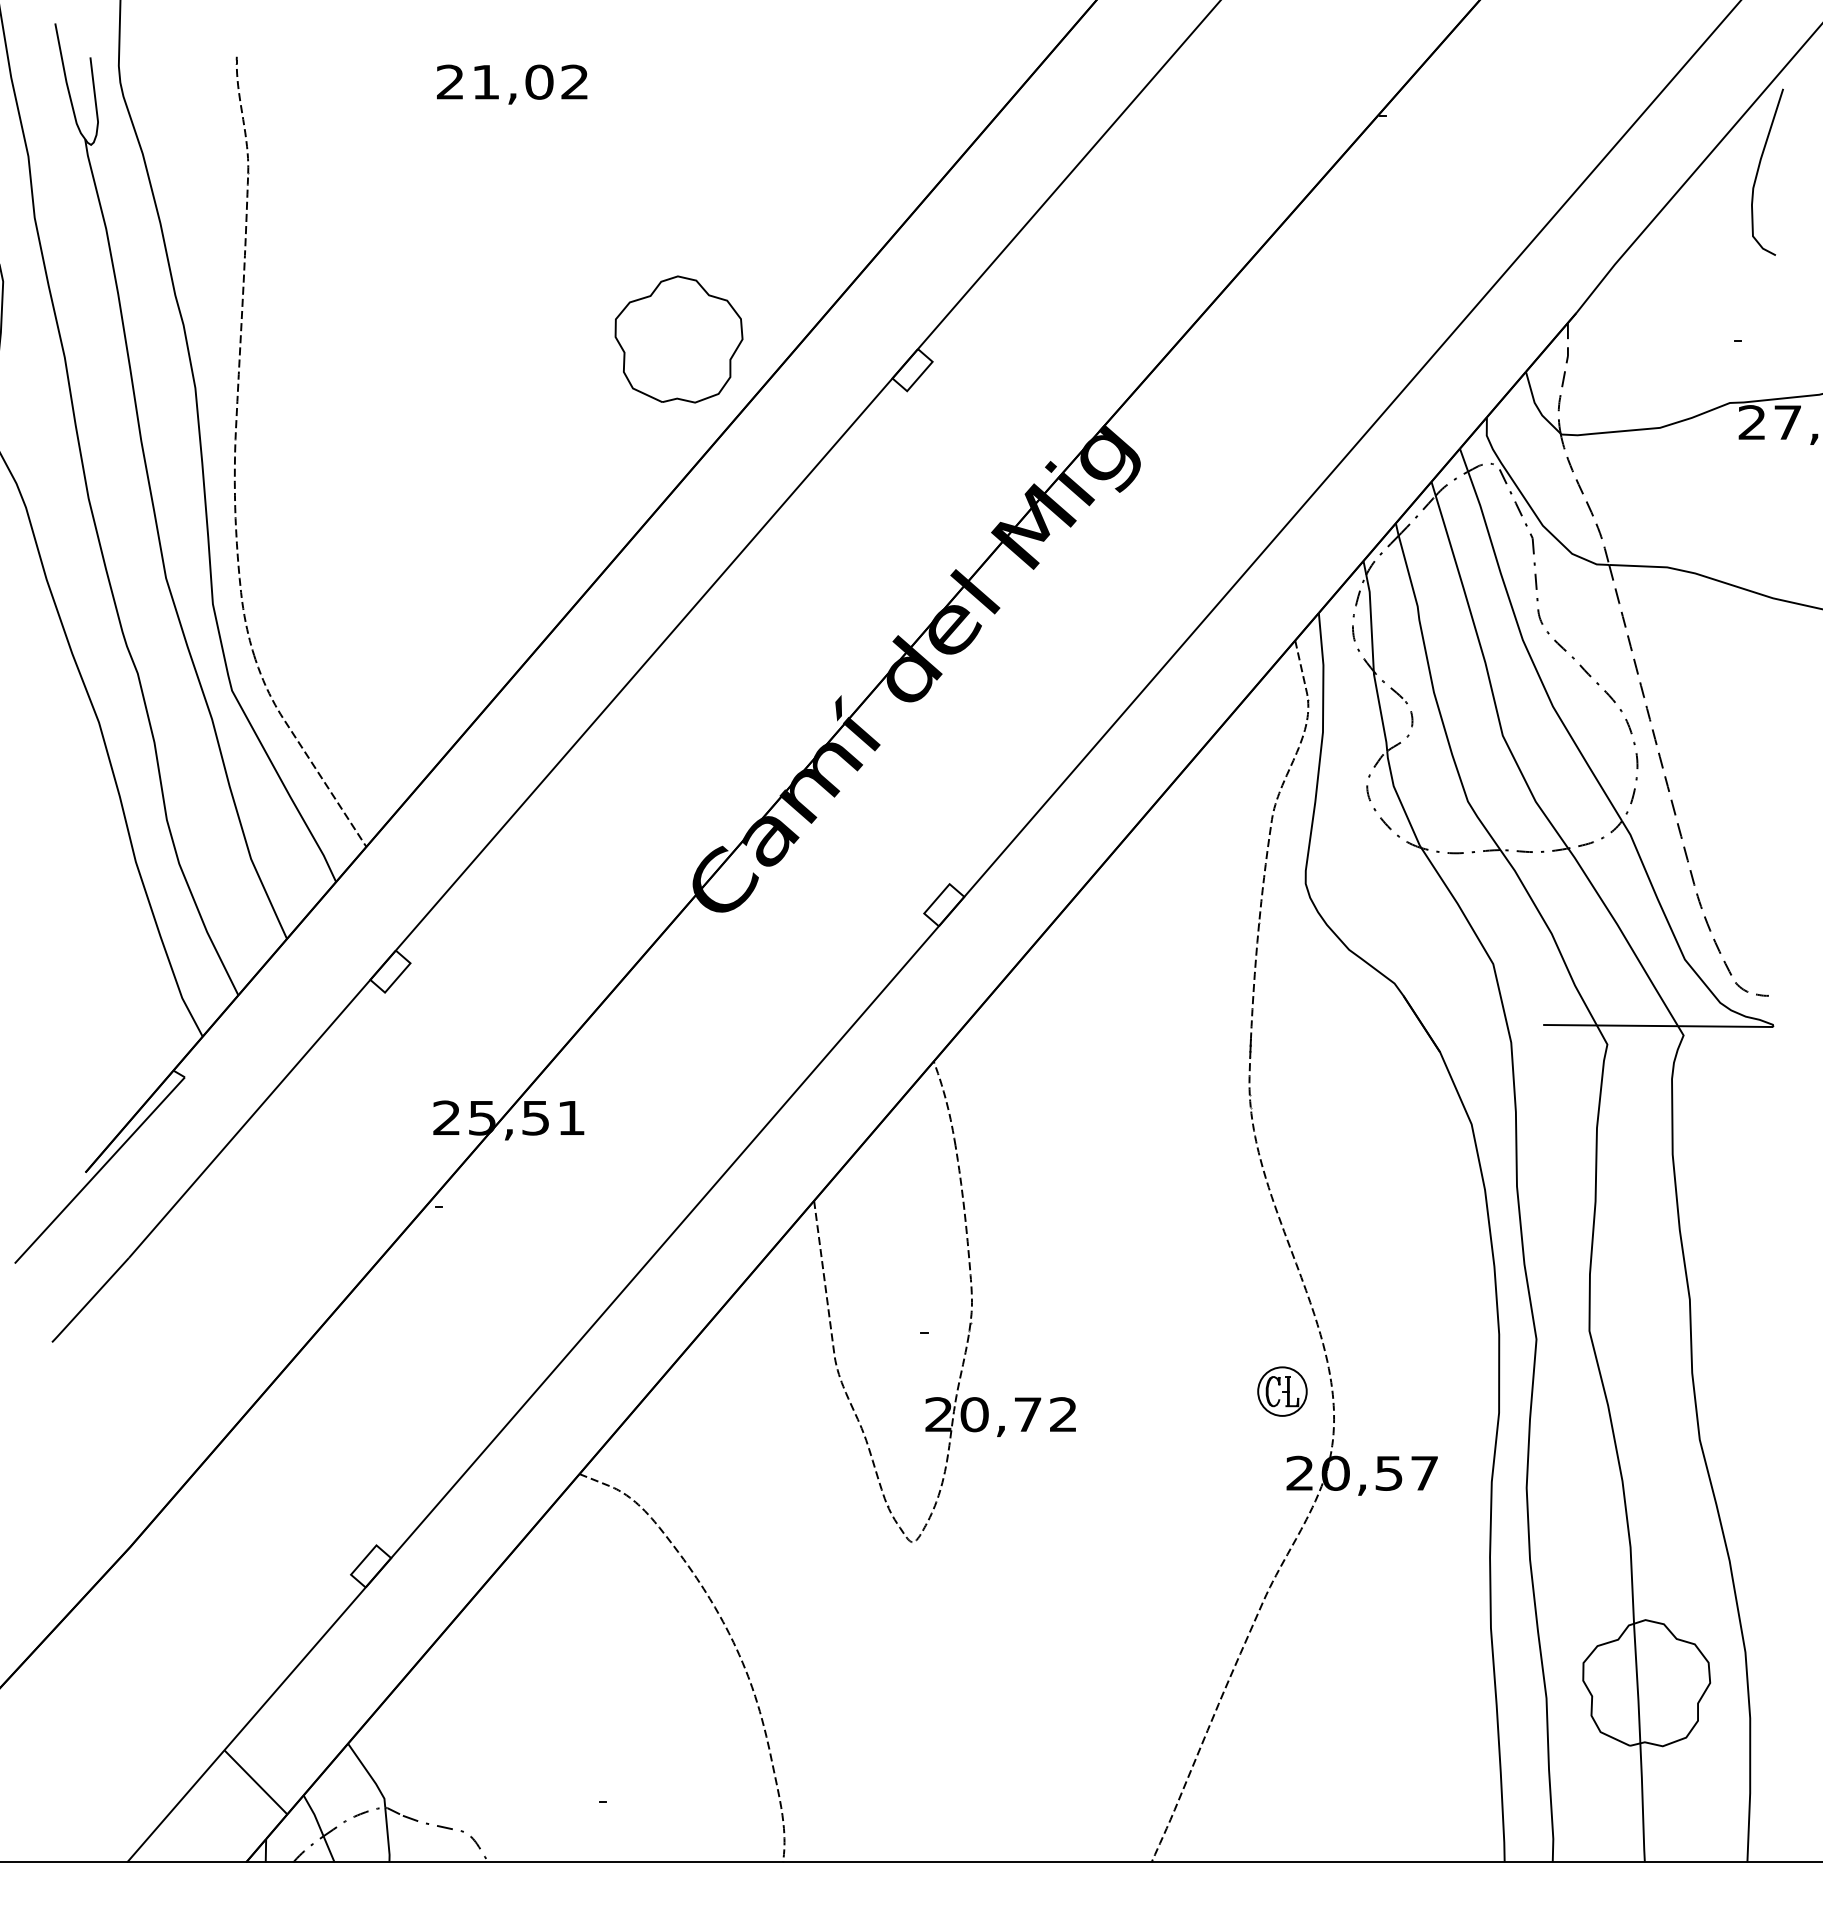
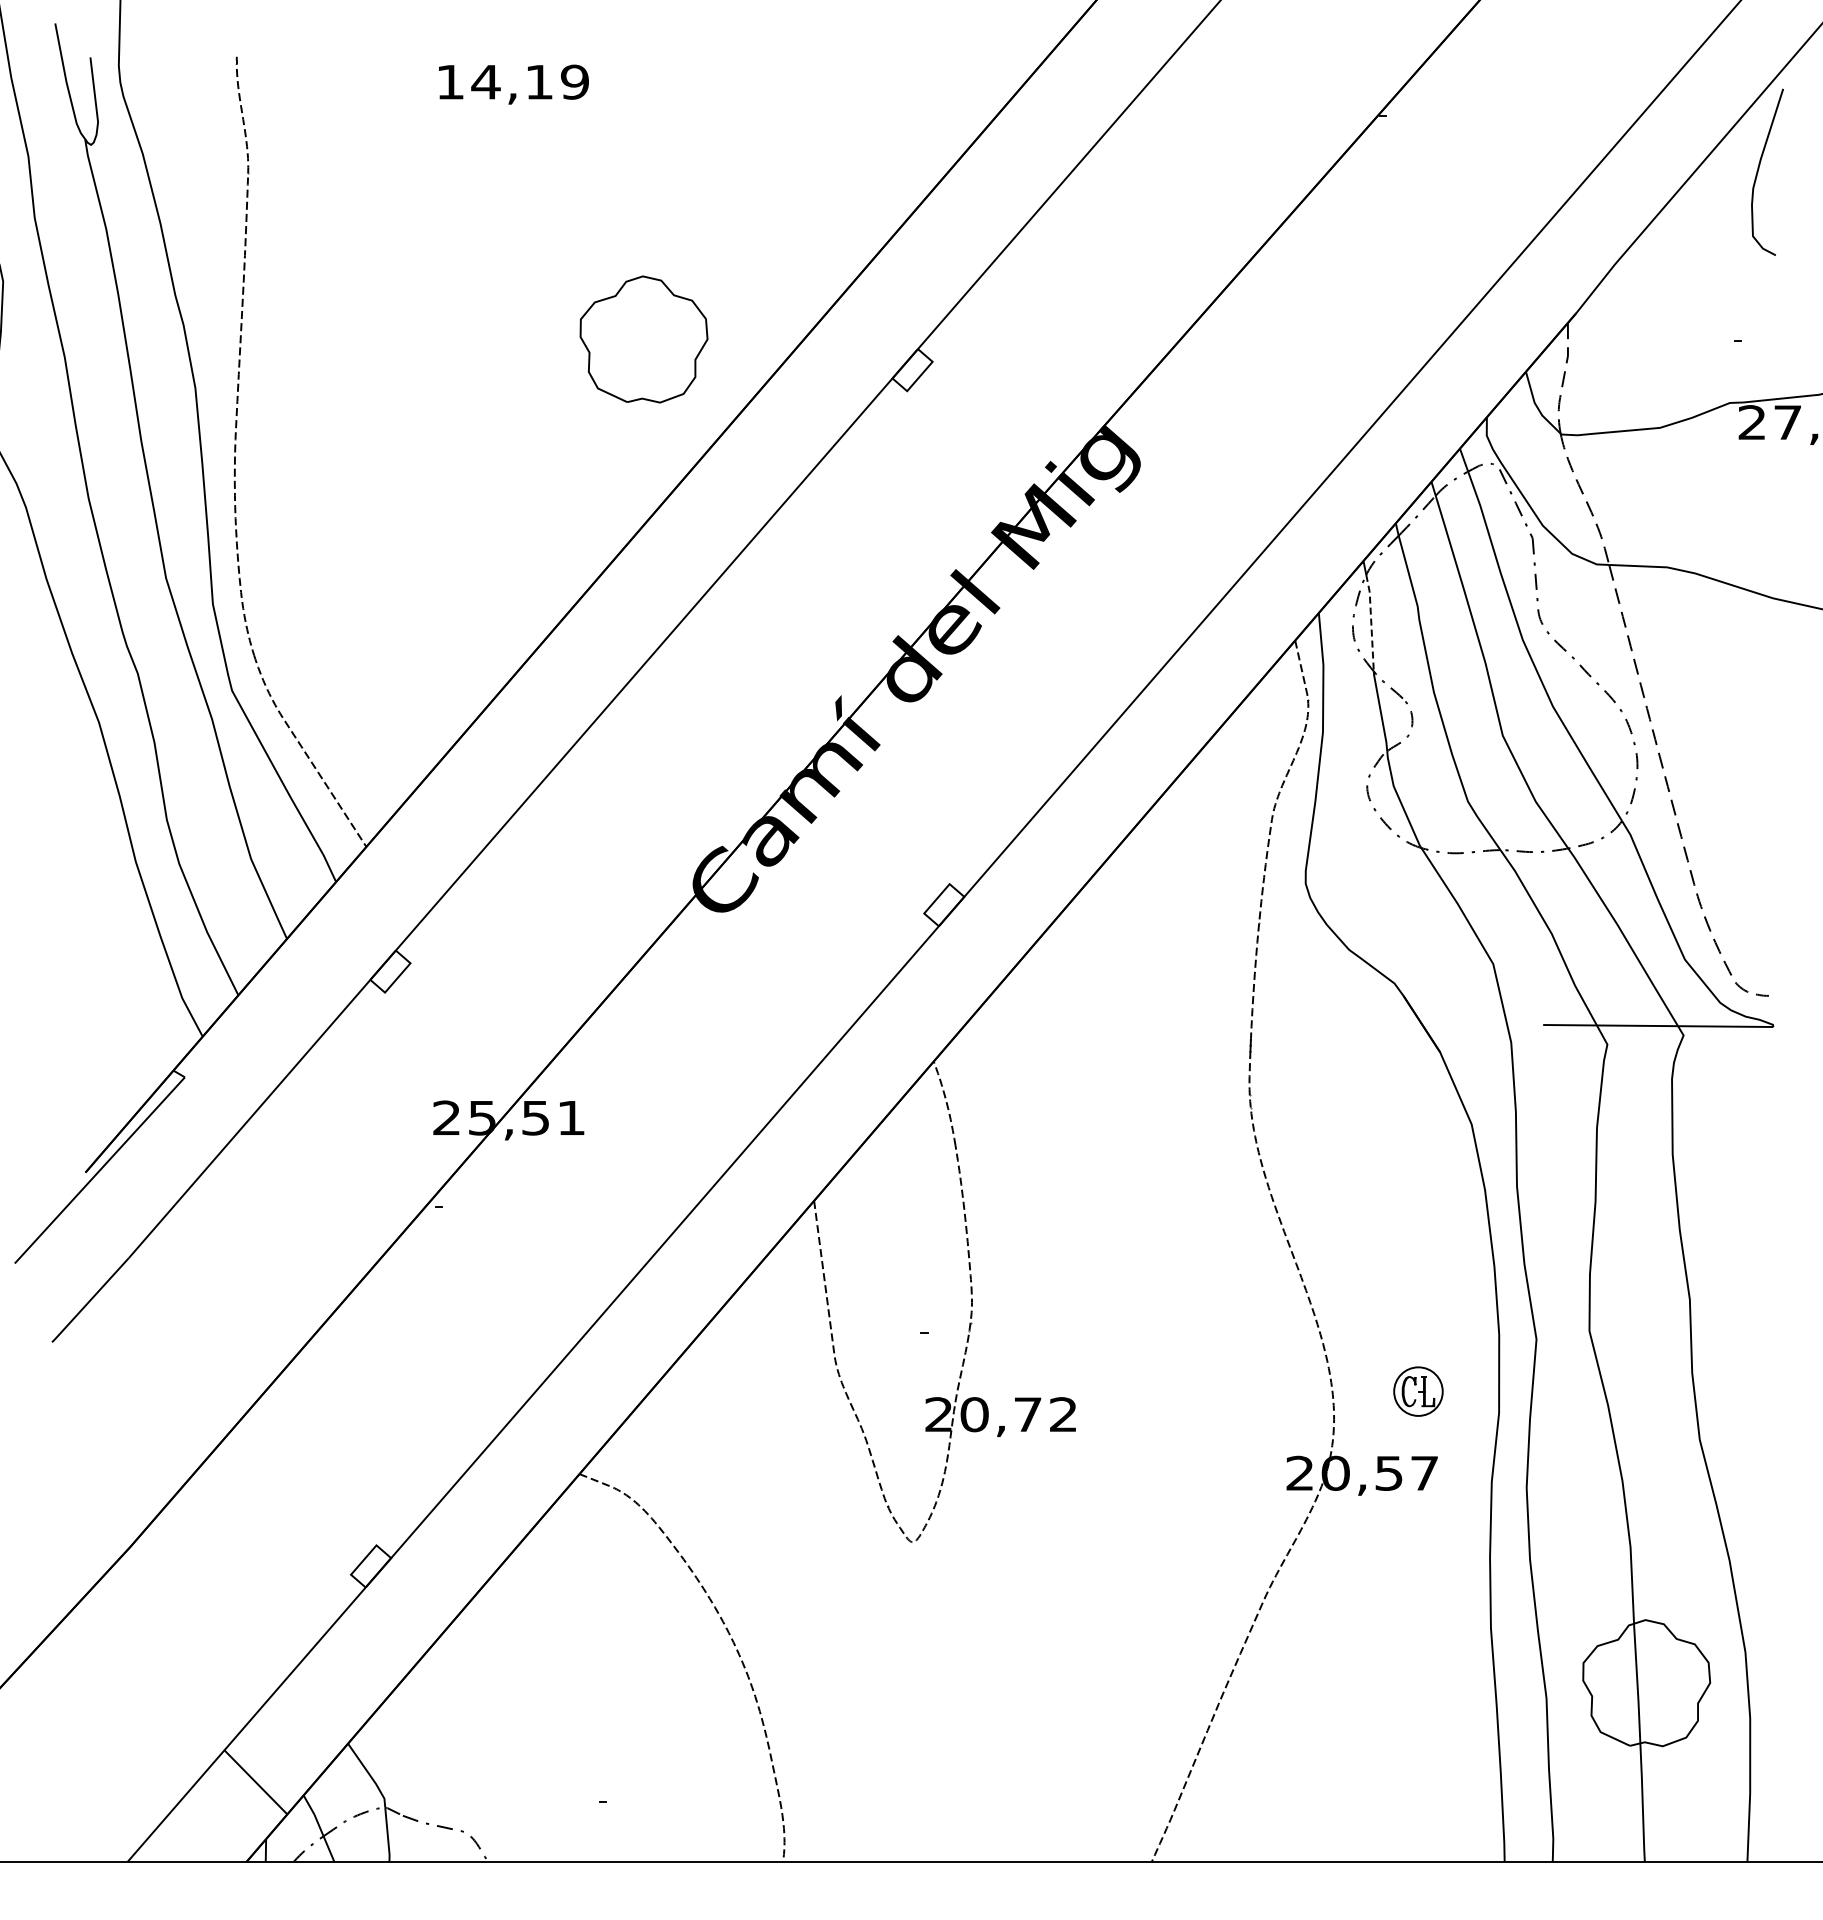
text at (512, 81): 21,02 -> 14,19
part at (678, 339) position: (678, 339) -> (643, 339)
line at (1371, 622): solid -> dashed
part at (1282, 1391) position: (1282, 1391) -> (1418, 1391)
